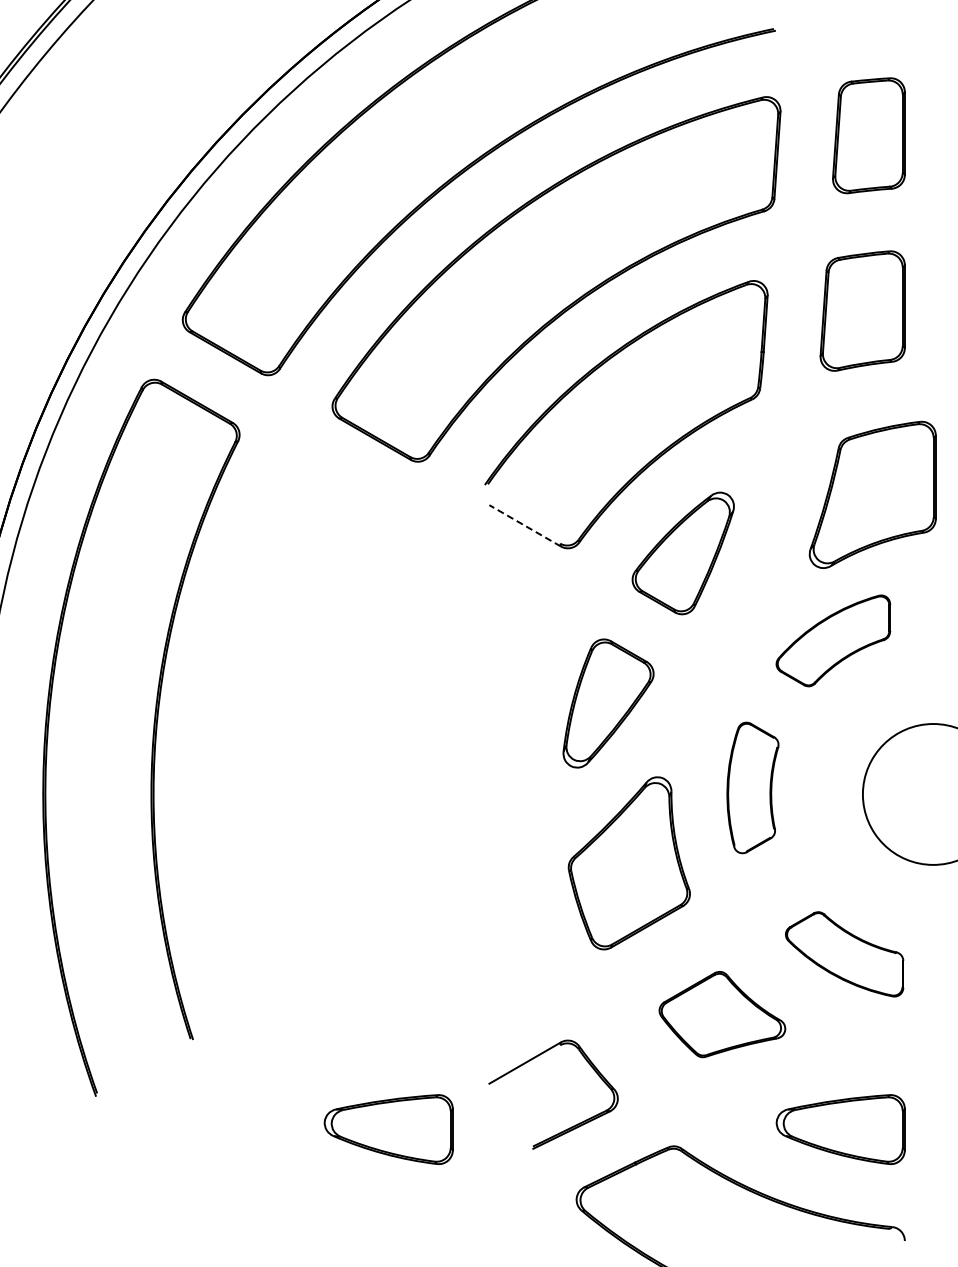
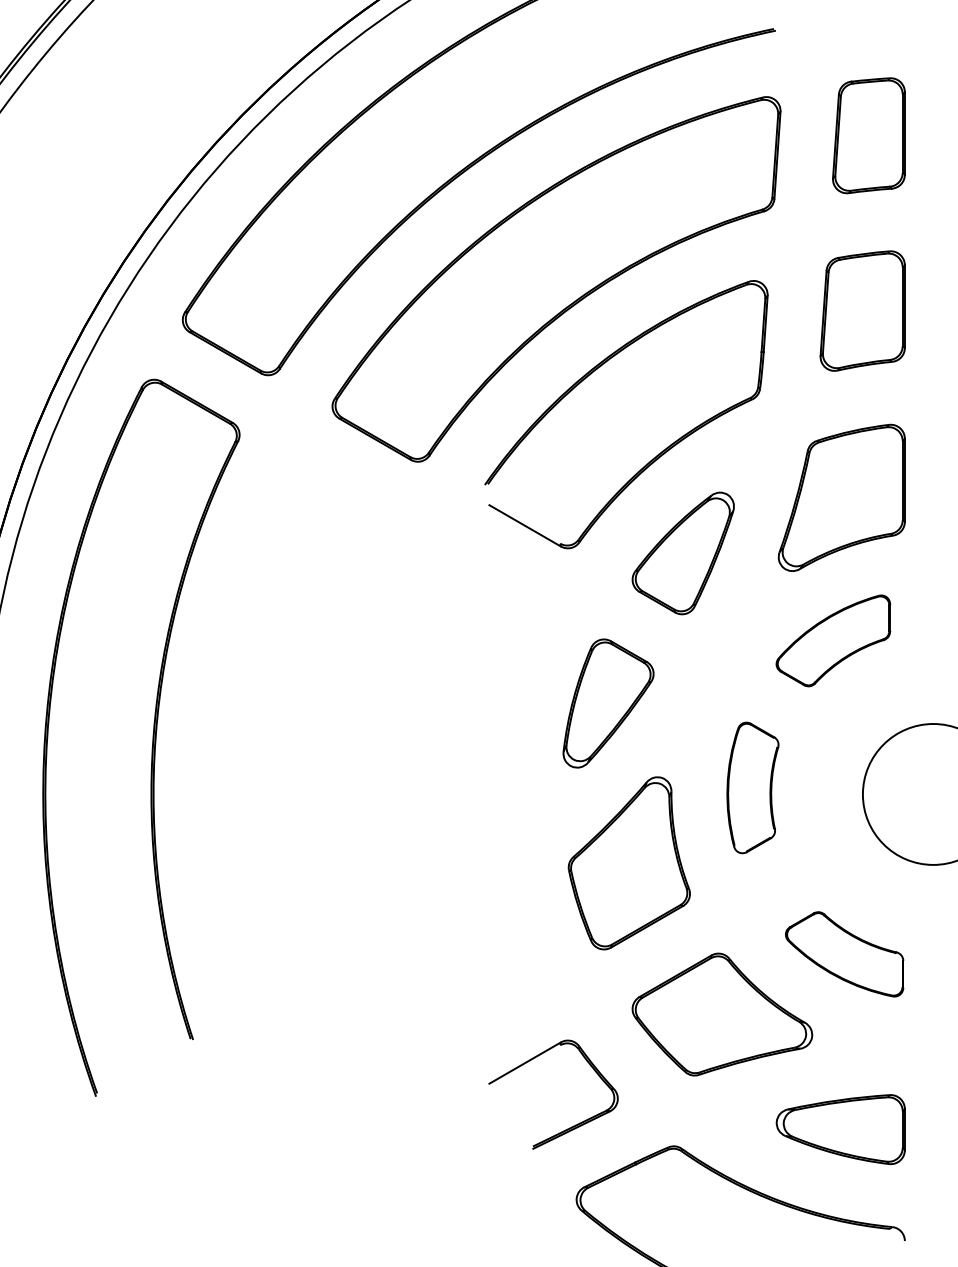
part at (872, 494) position: (872, 494) -> (841, 497)
line at (524, 525): dashed -> solid
part at (722, 1014) size: 129x88 px -> 183x125 px
part at (388, 1129): present -> none
